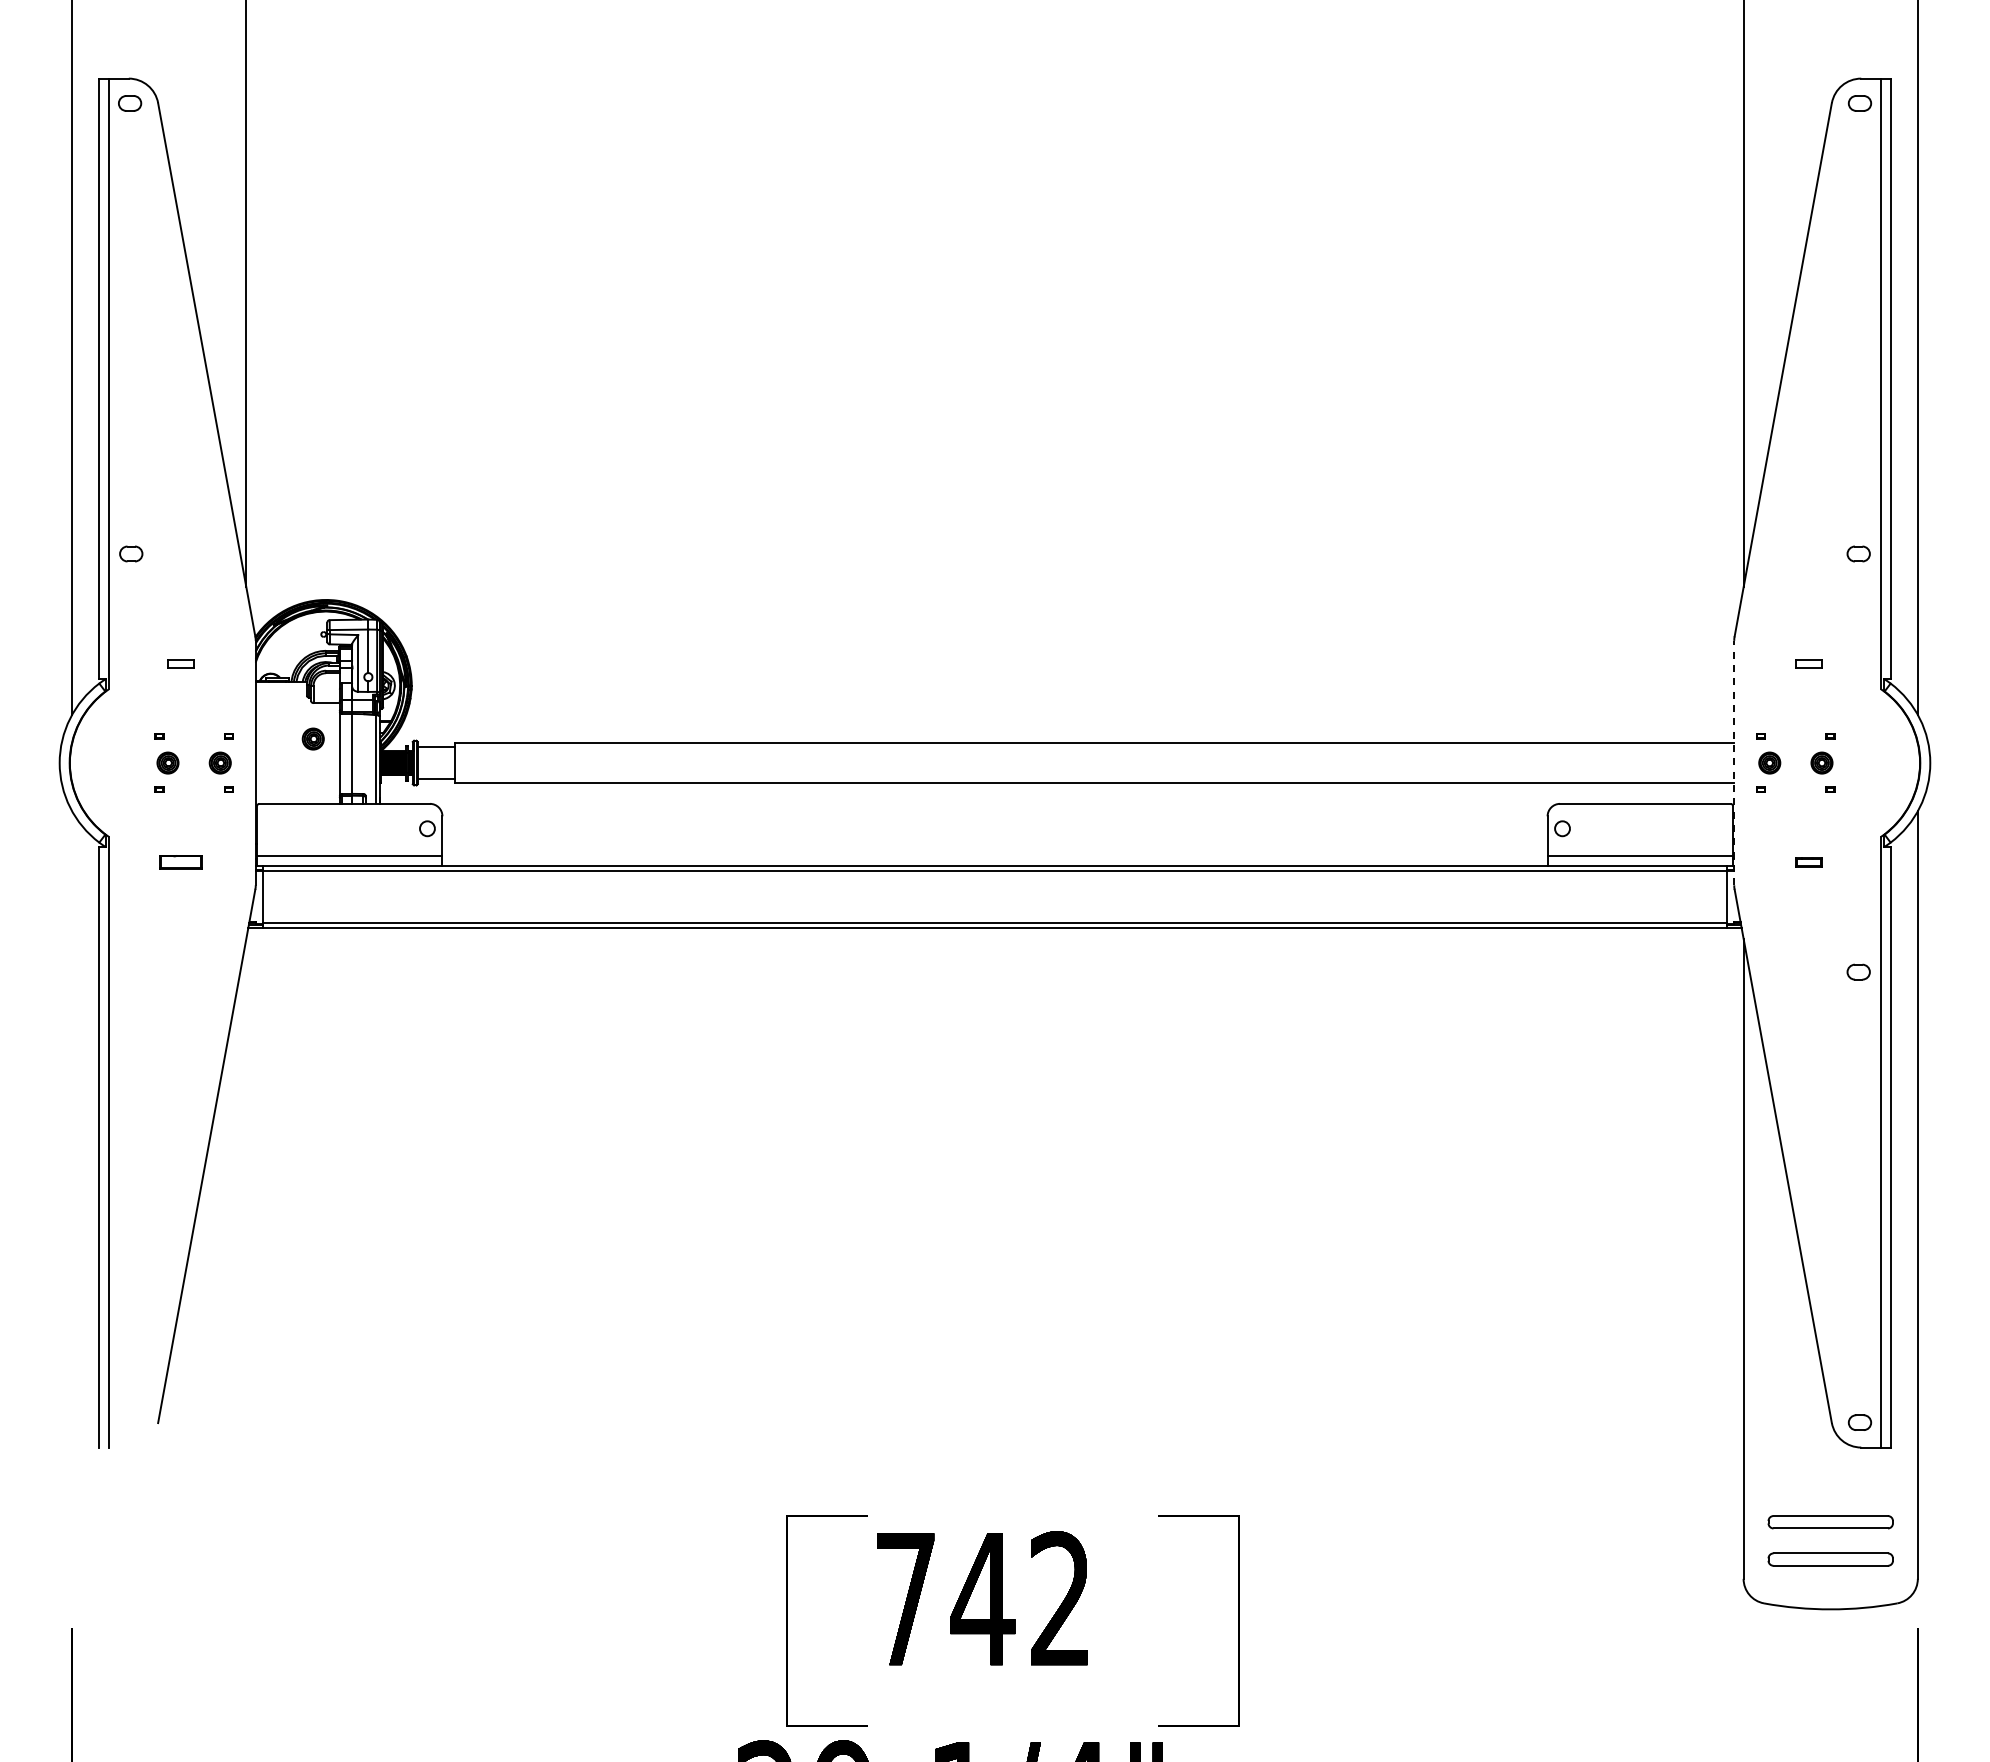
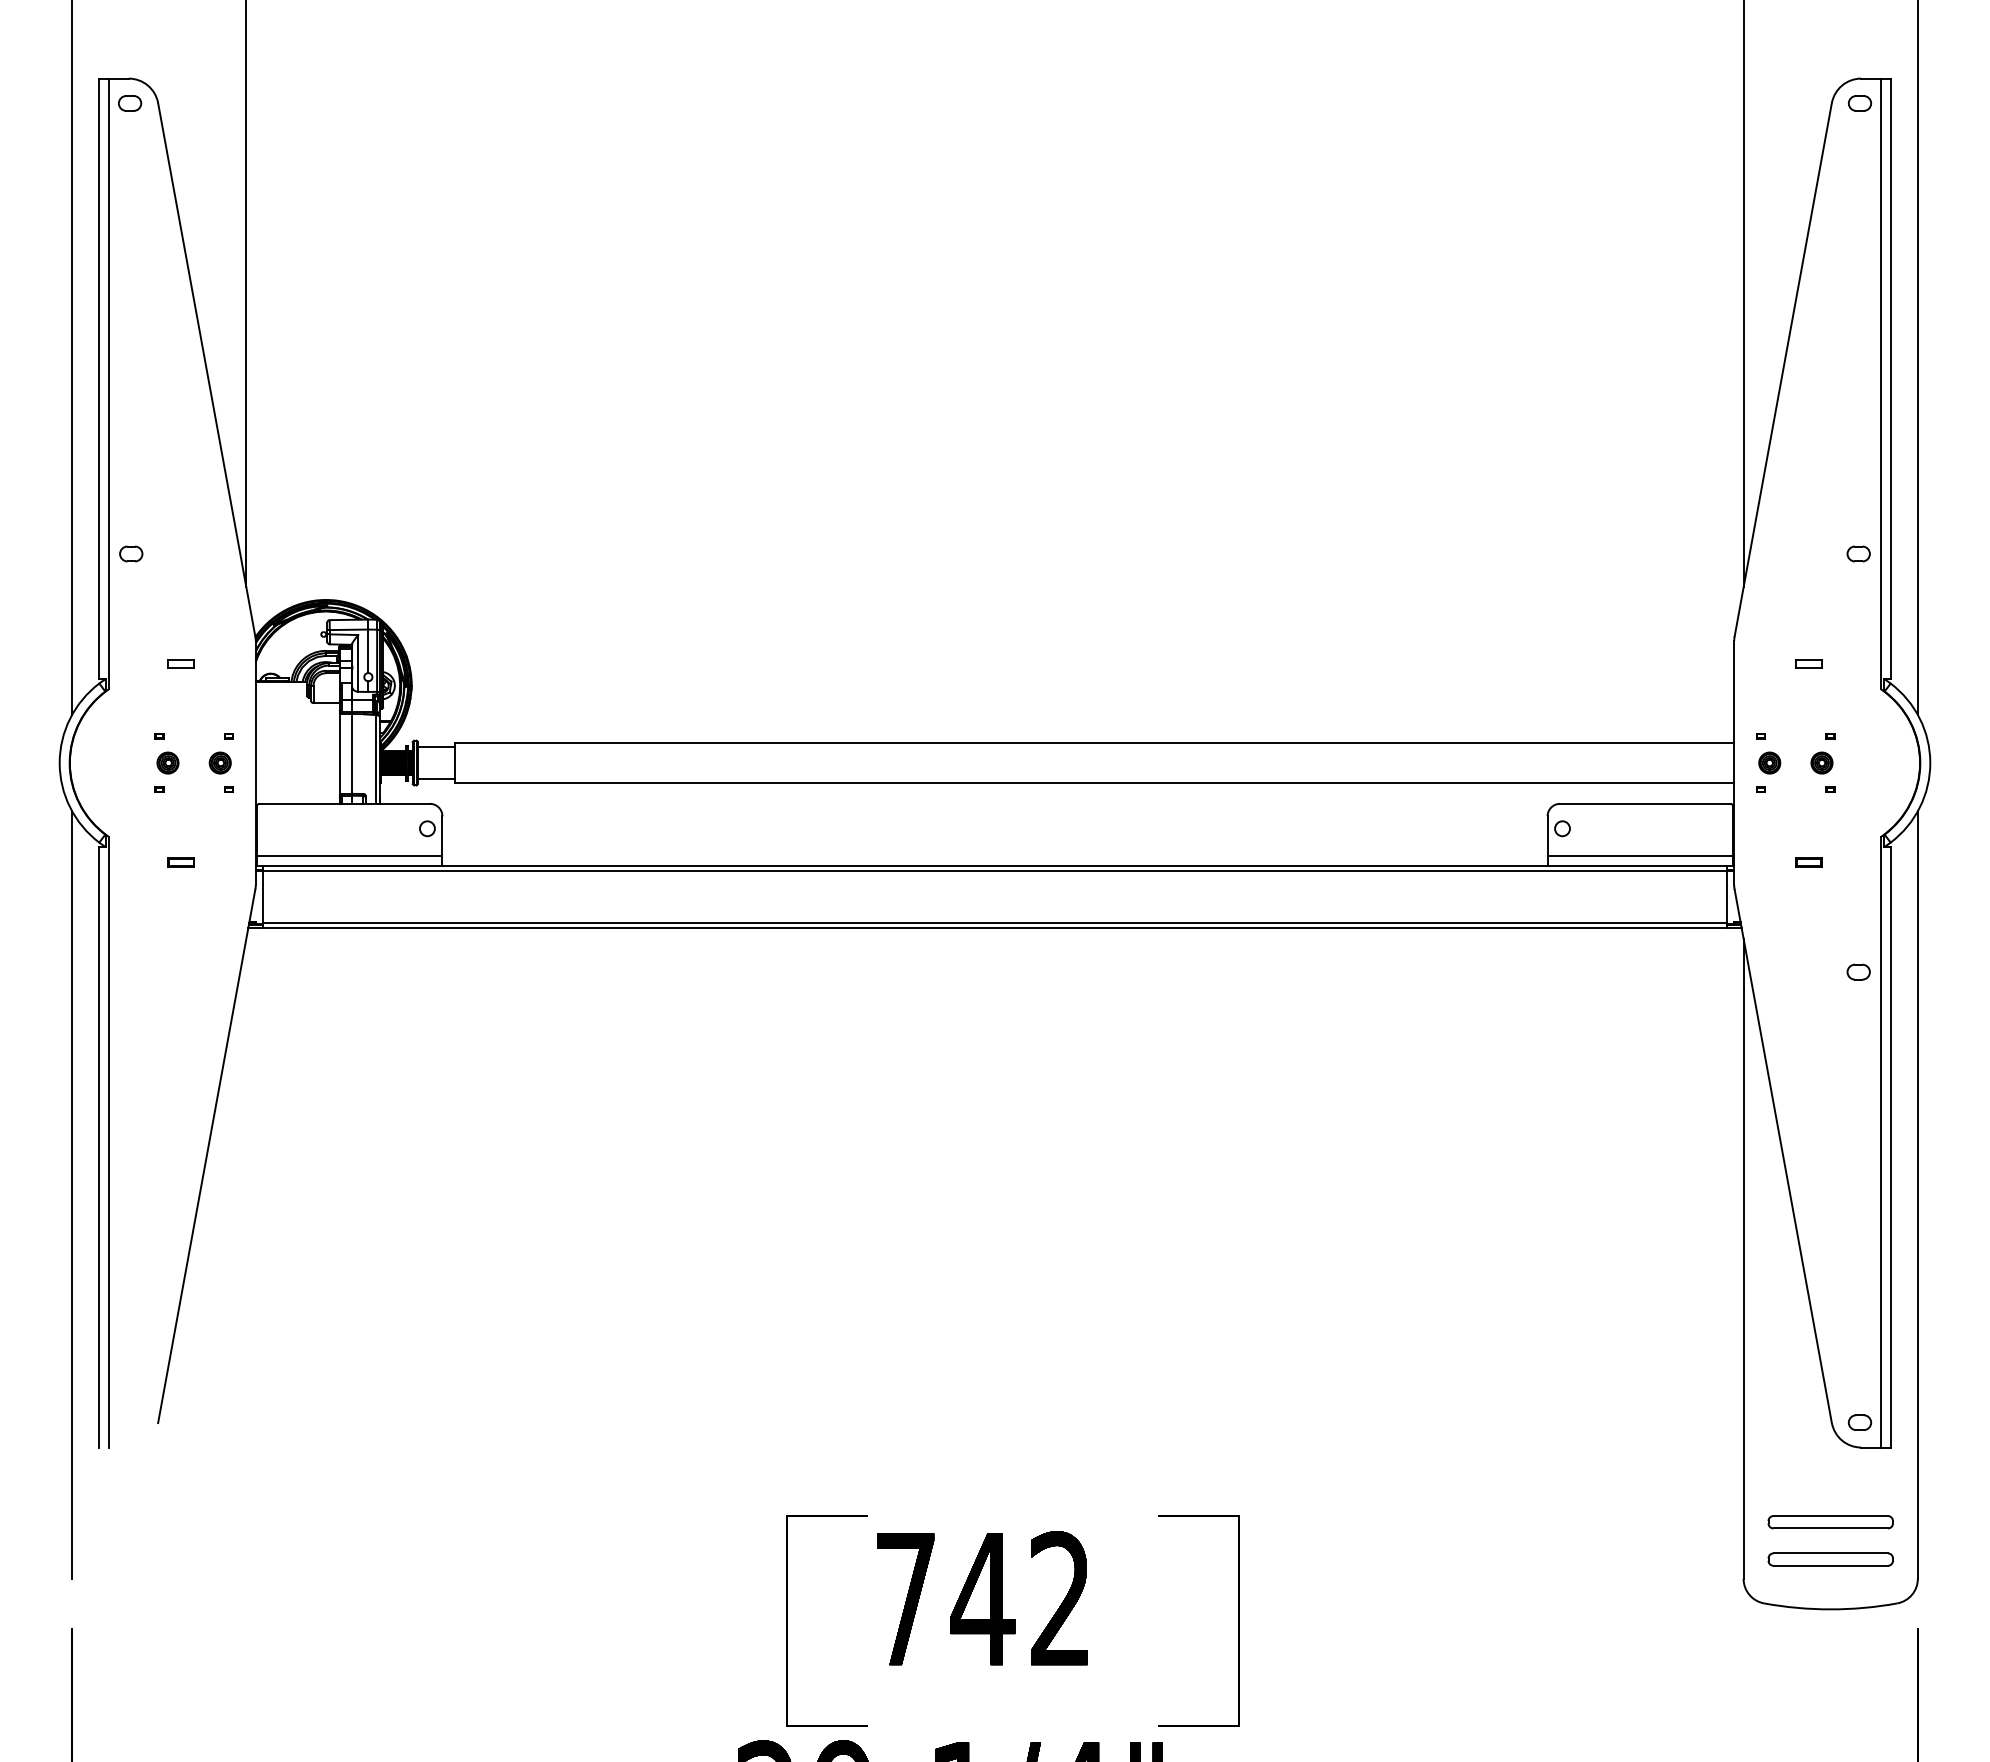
part at (312, 738): present -> none
line at (1734, 762): dashed -> solid
part at (180, 862) size: 44x15 px -> 28x11 px
line at (72, 1194): none -> present
